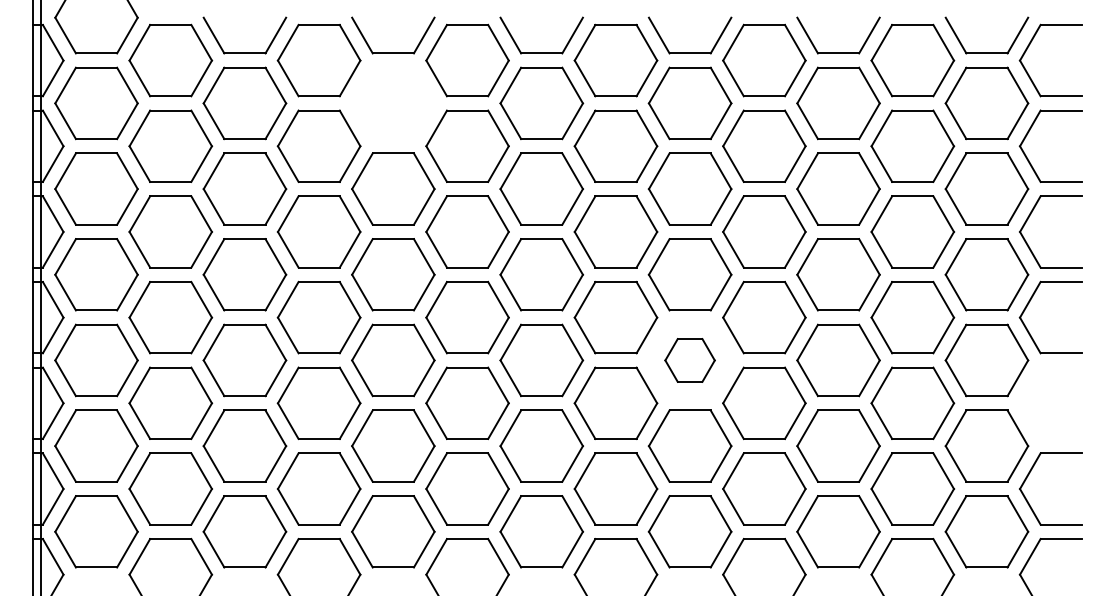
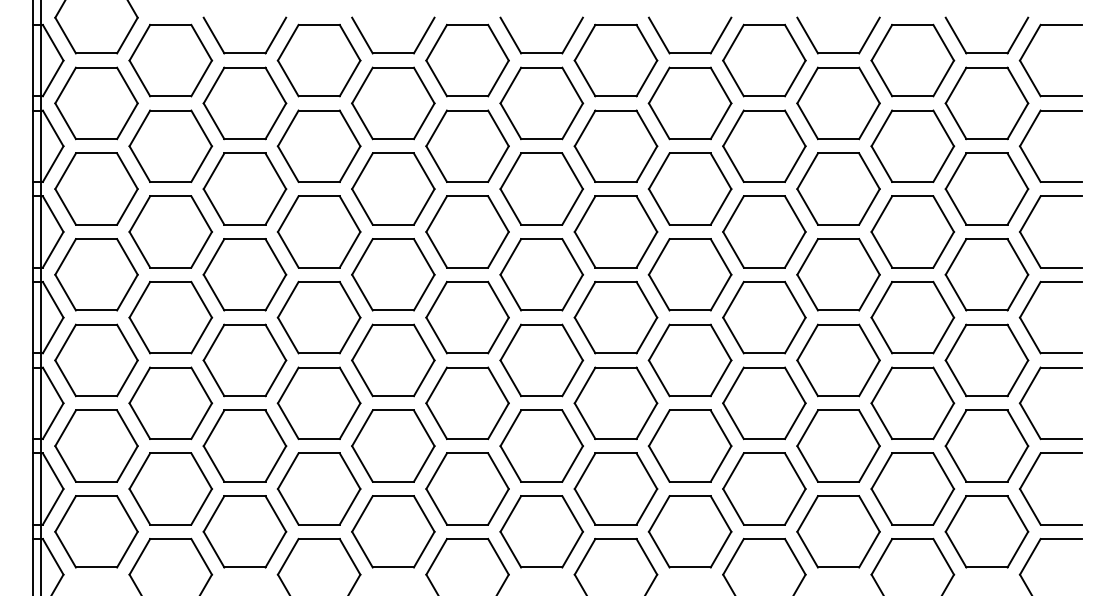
part at (393, 103): none -> present
part at (689, 360) size: 52x45 px -> 86x75 px
part at (1029, 389): none -> present
